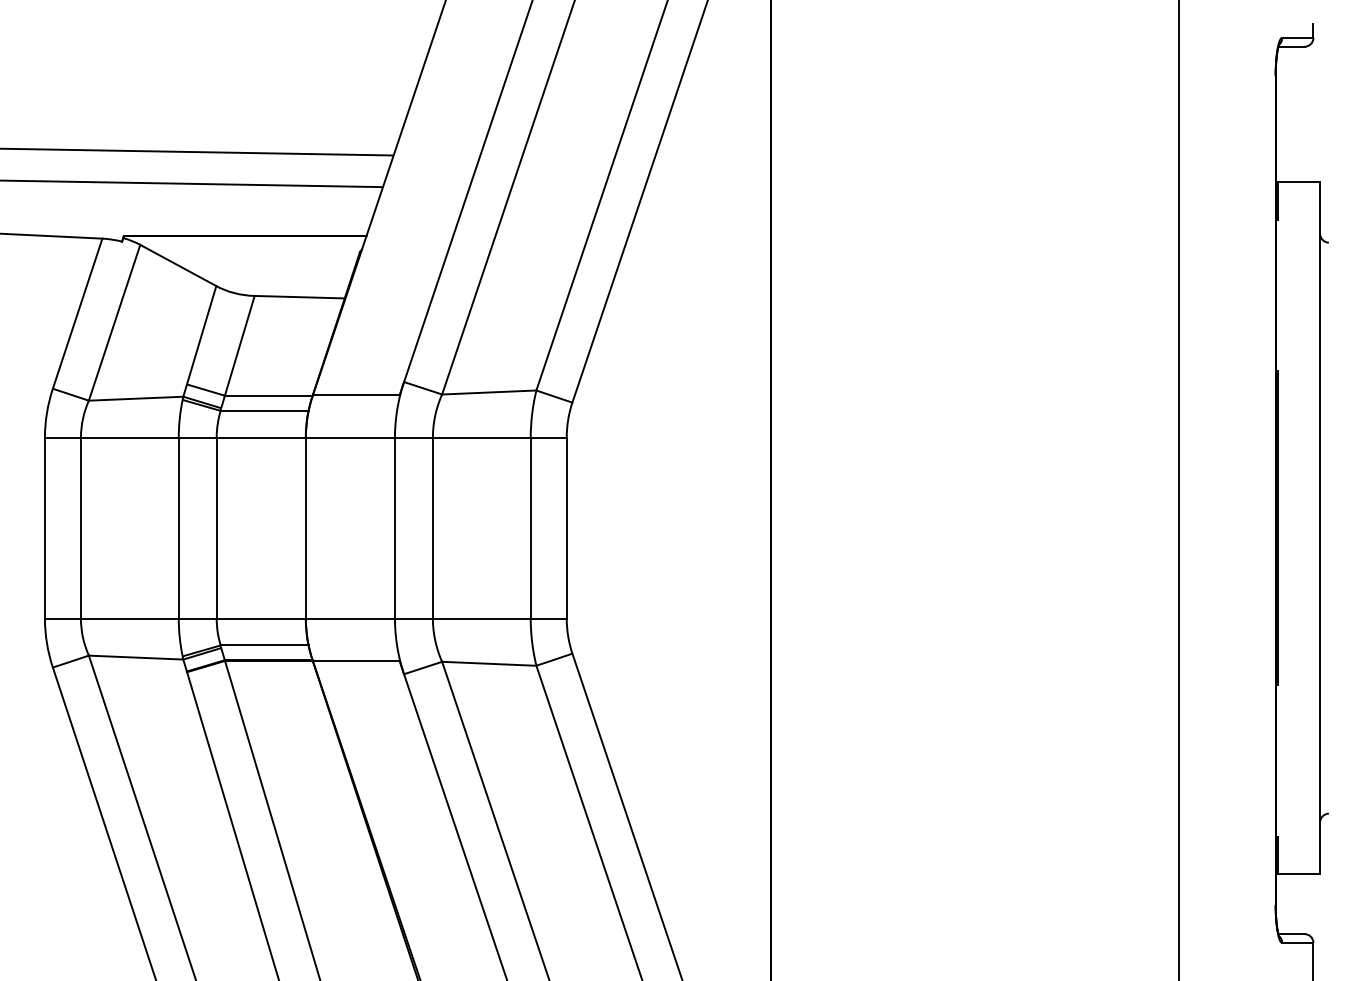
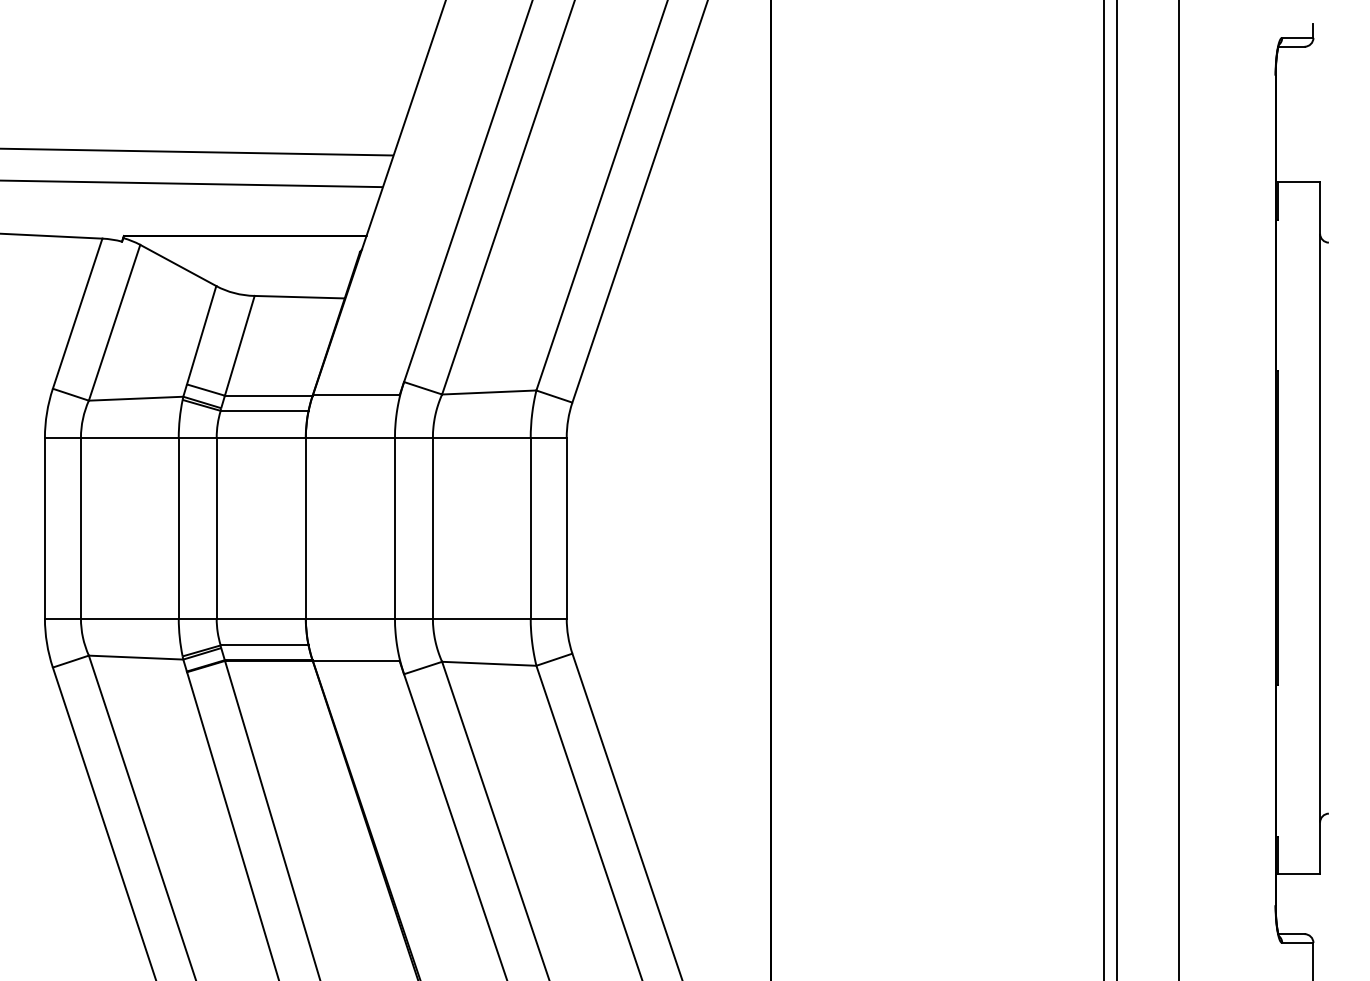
line at (1103, 489): none -> present
line at (1117, 489): none -> present
